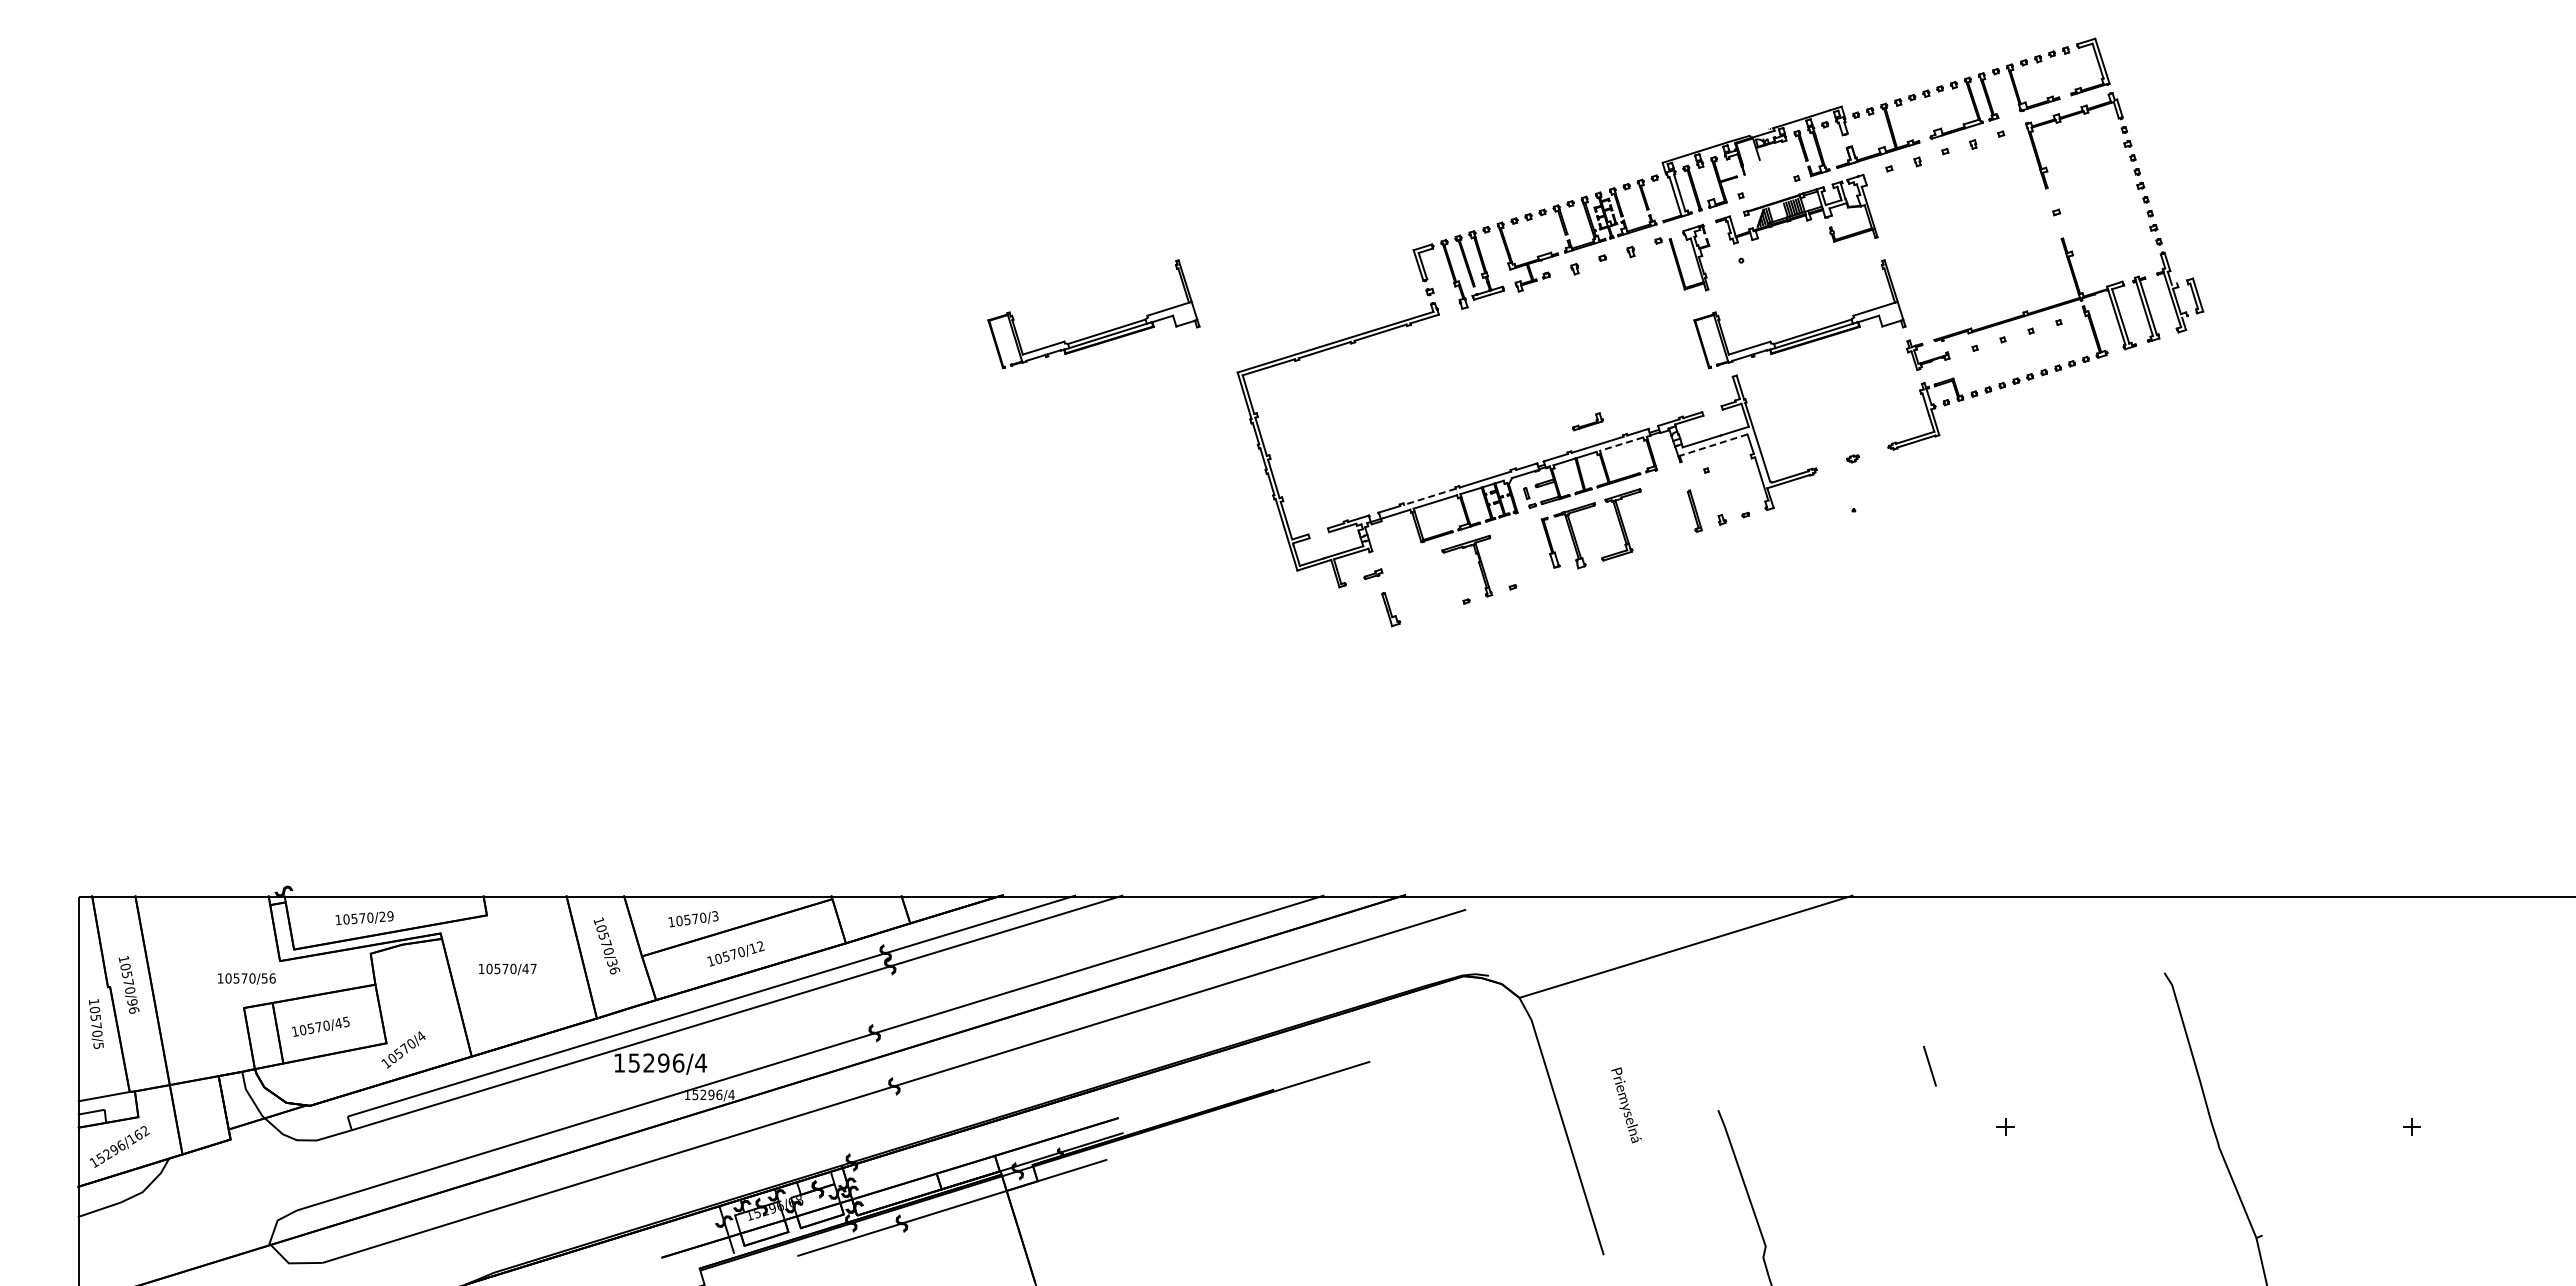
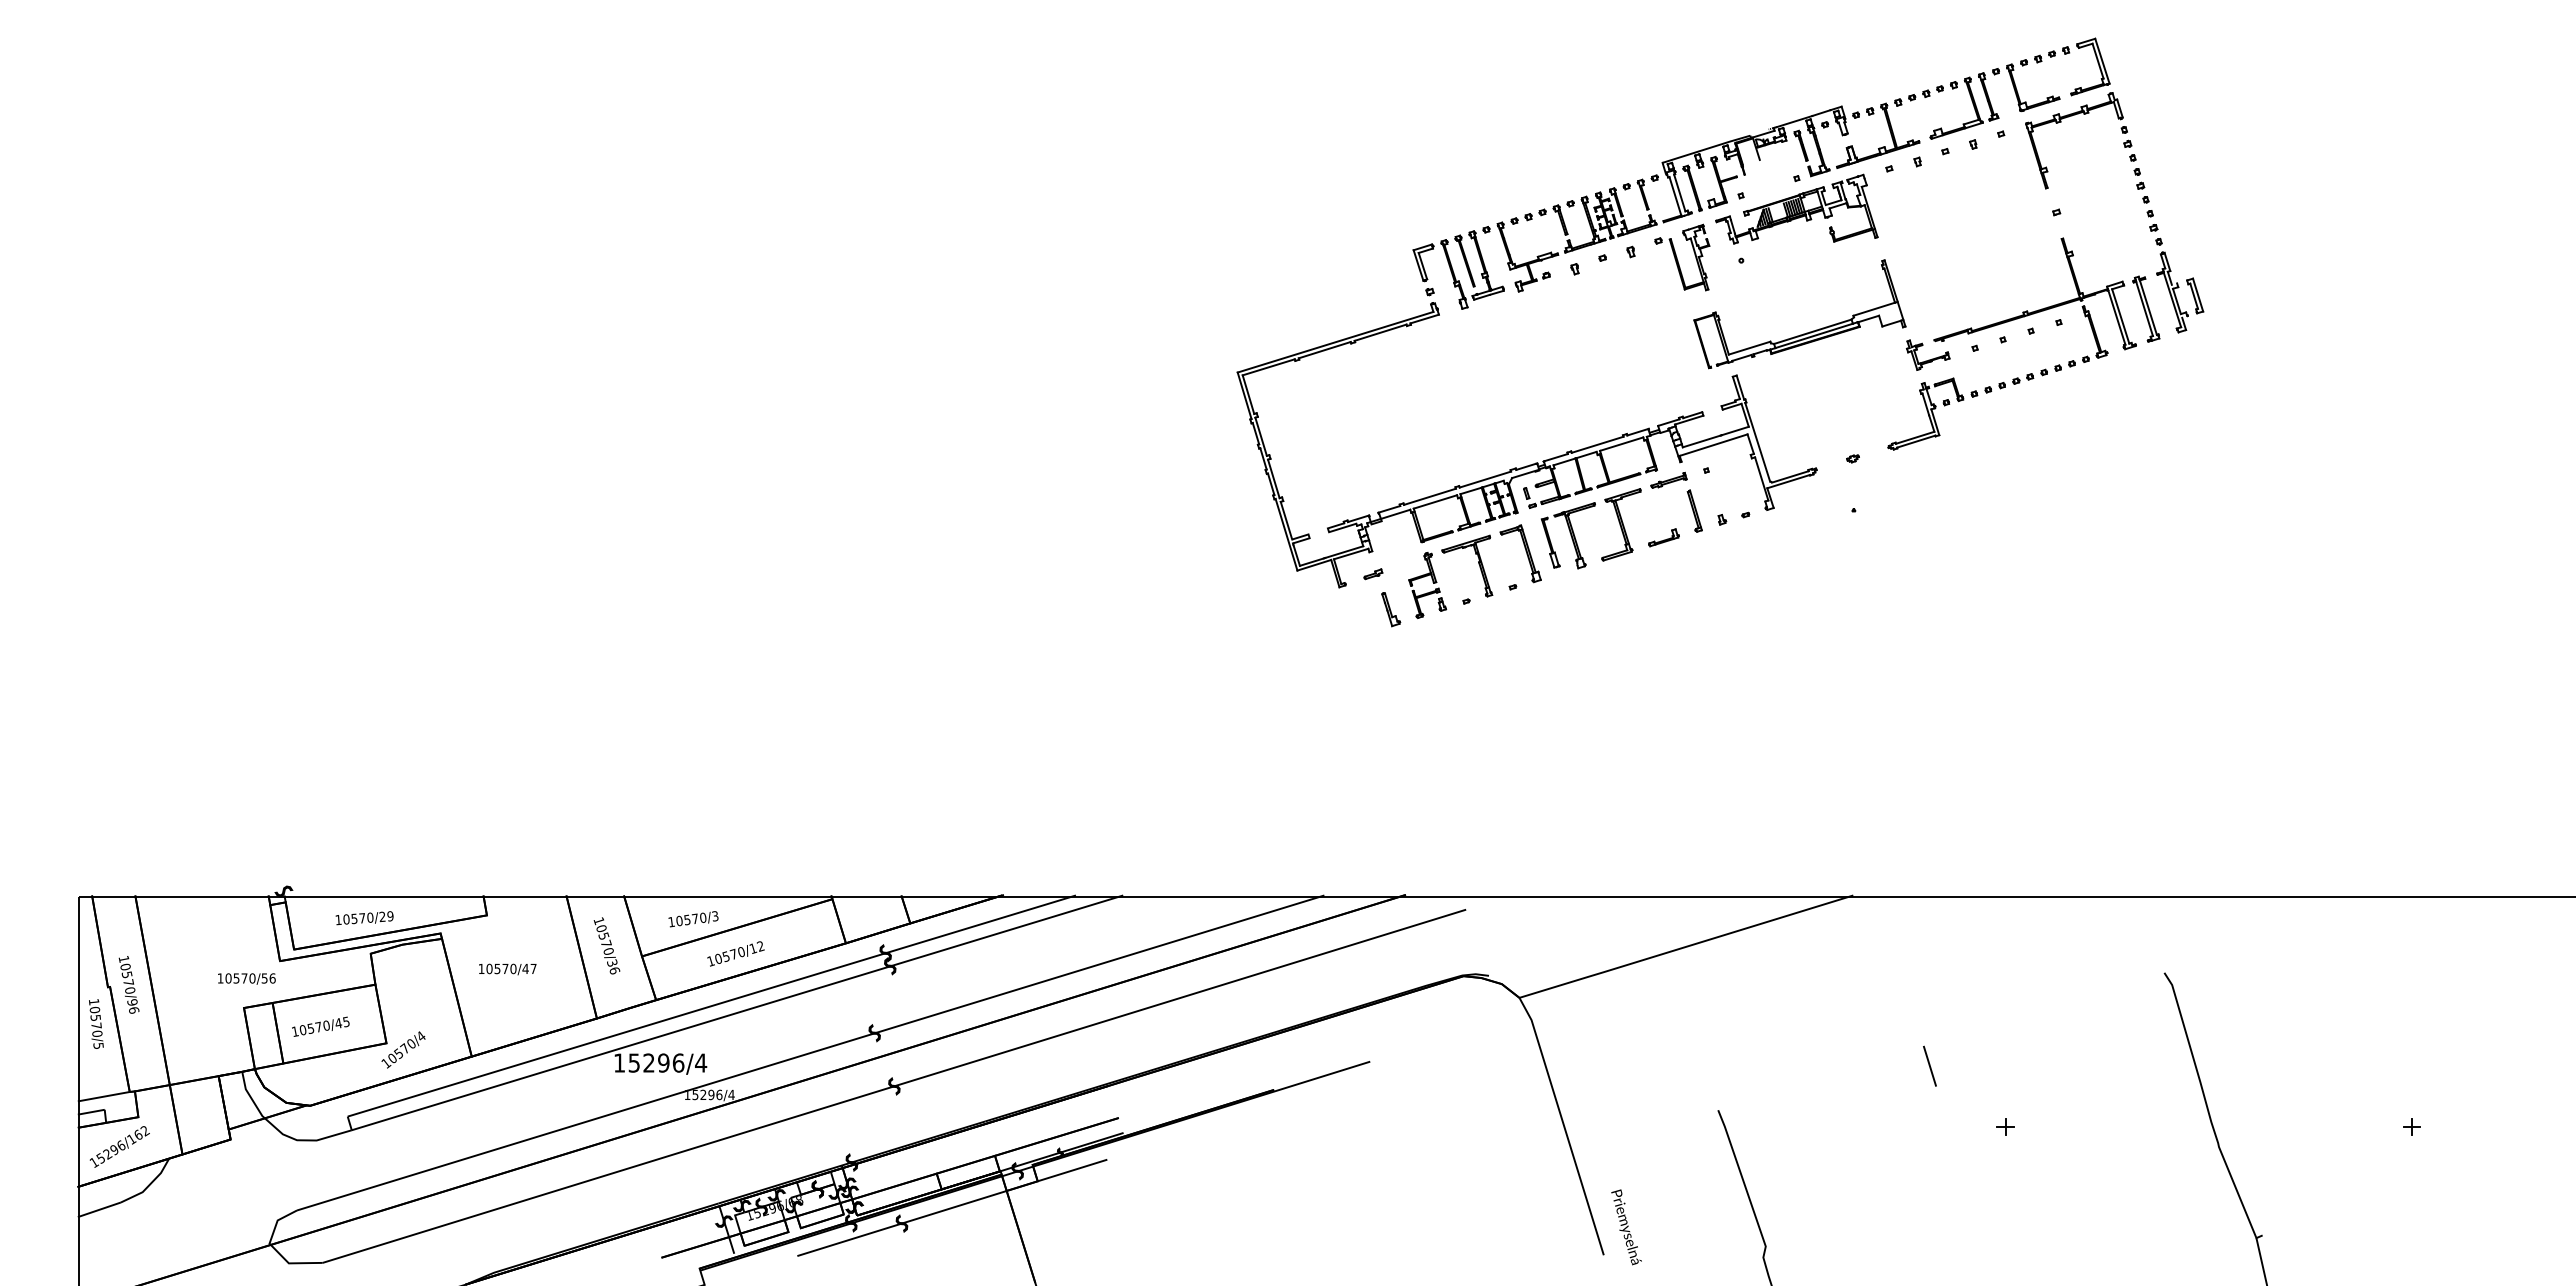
part at (1100, 332): present -> none
part at (1587, 421) position: (1587, 421) -> (1663, 537)
line at (1621, 444): dashed -> solid
line at (1713, 445): dashed -> solid
part at (1668, 479): none -> present
line at (1429, 496): dashed -> solid
part at (1520, 553): none -> present
part at (1427, 585): none -> present
text at (1626, 1105) position: (1626, 1105) -> (1626, 1227)
